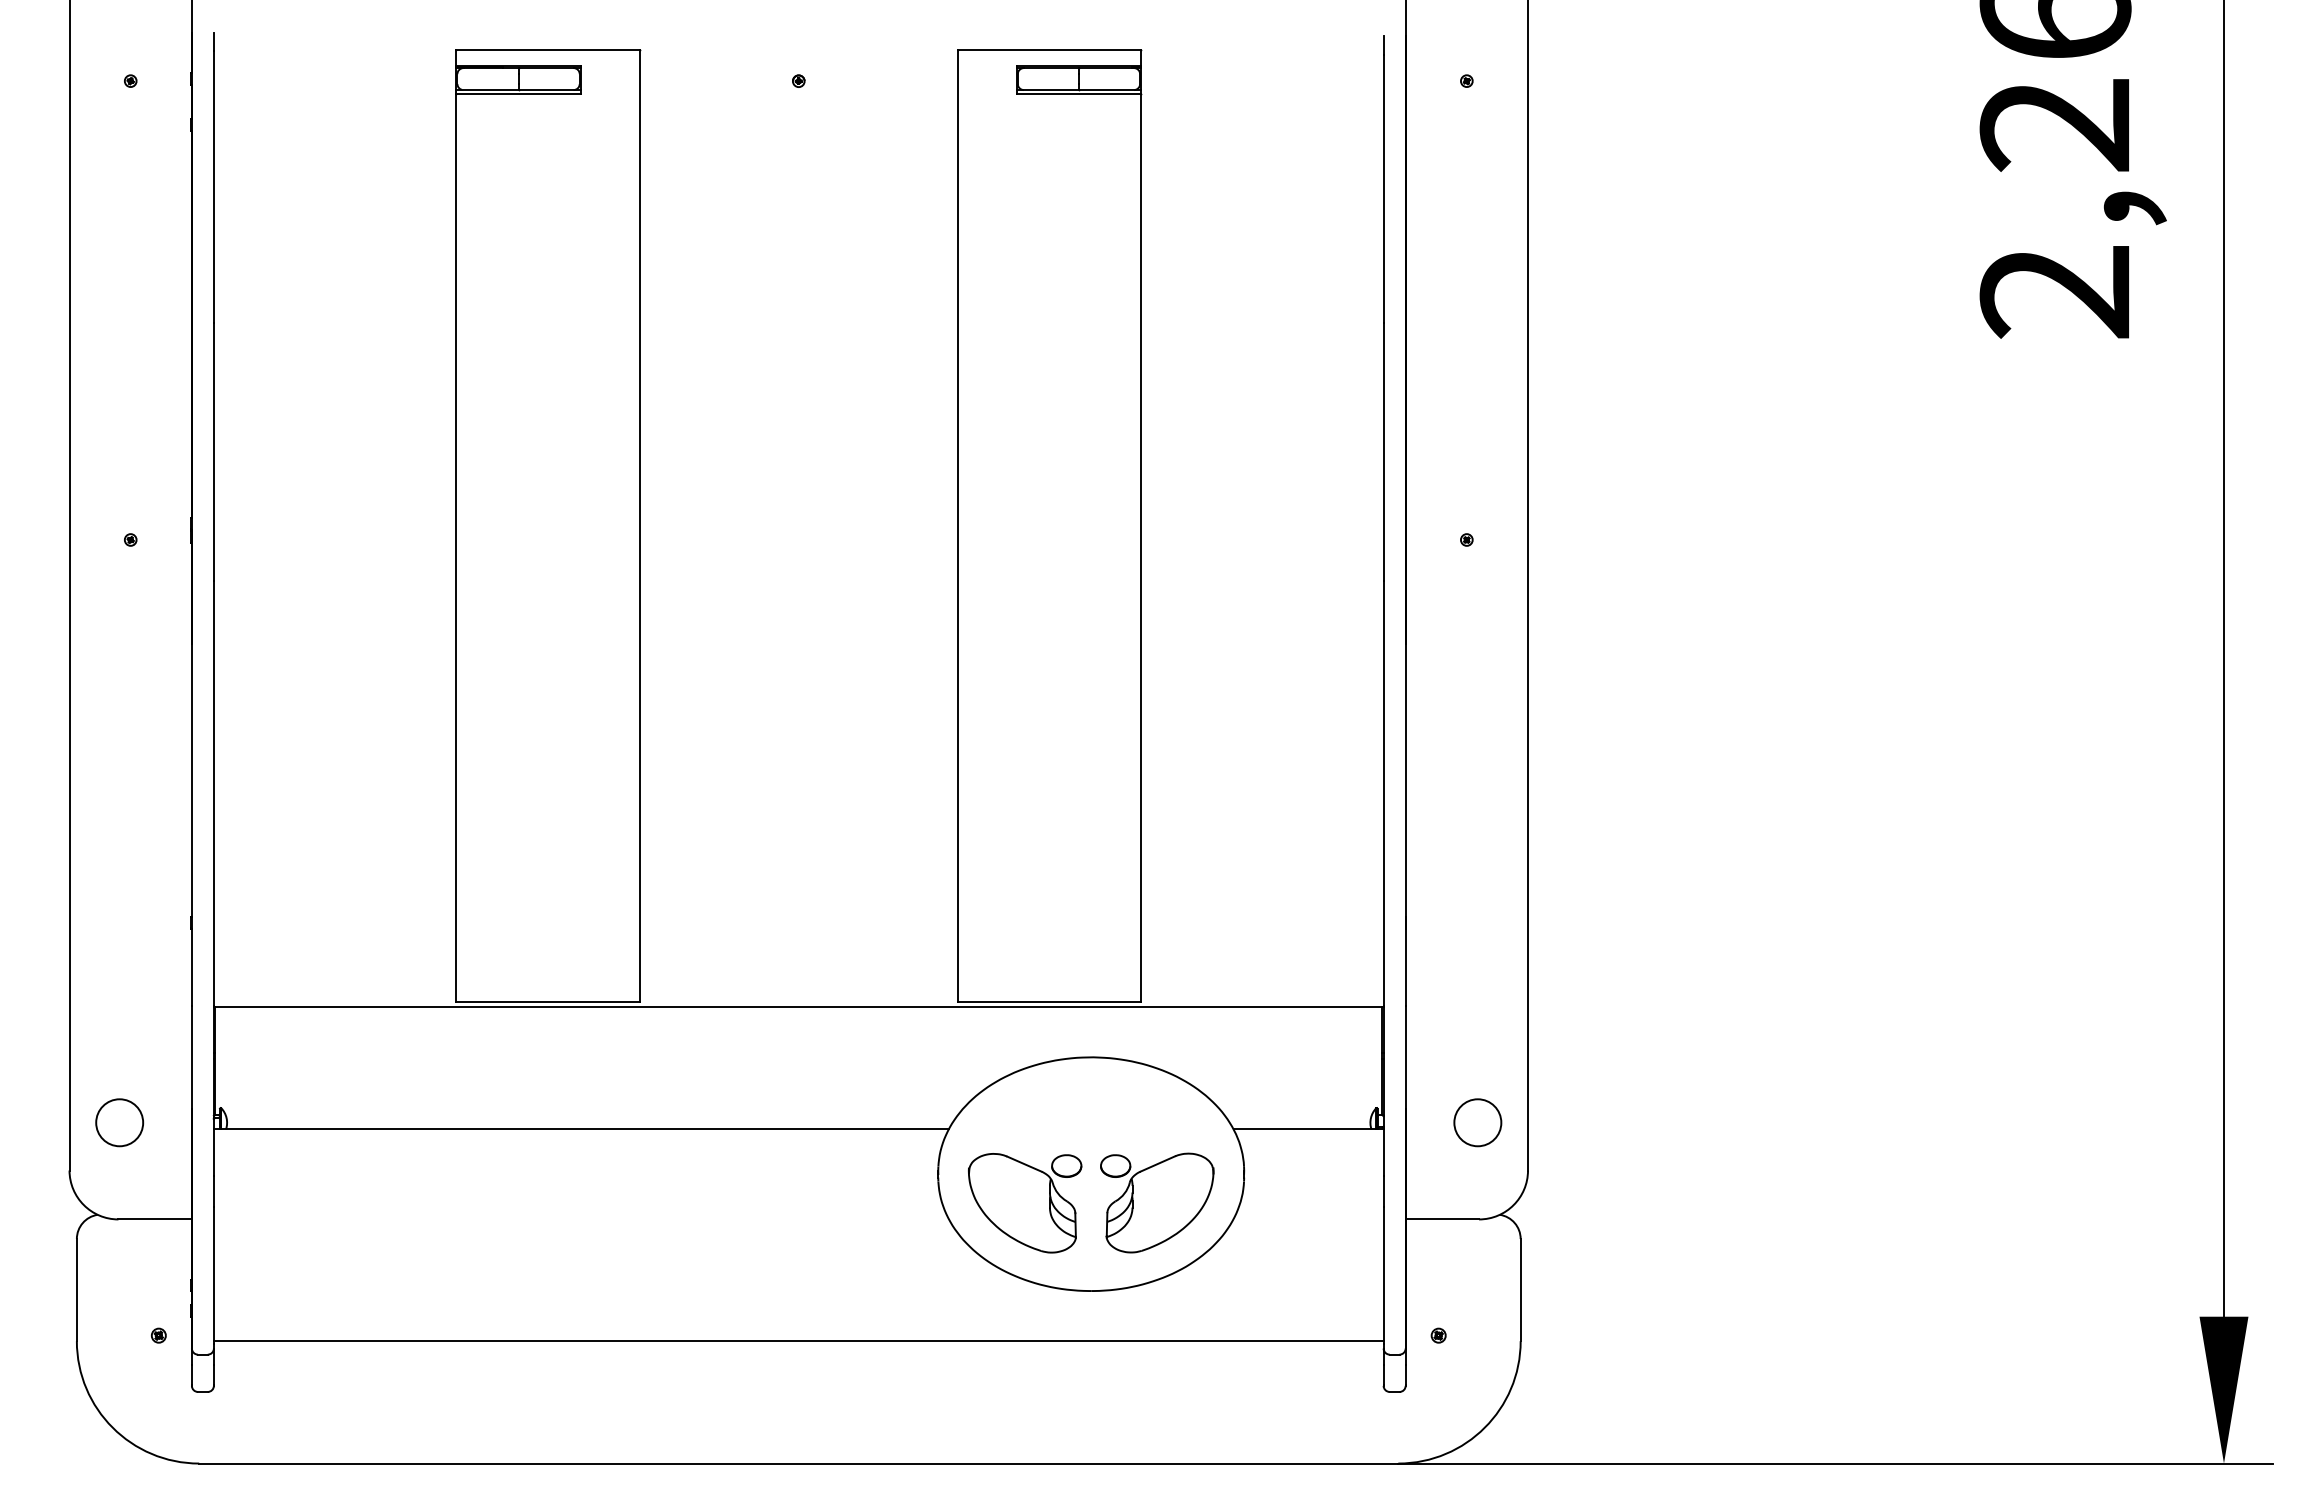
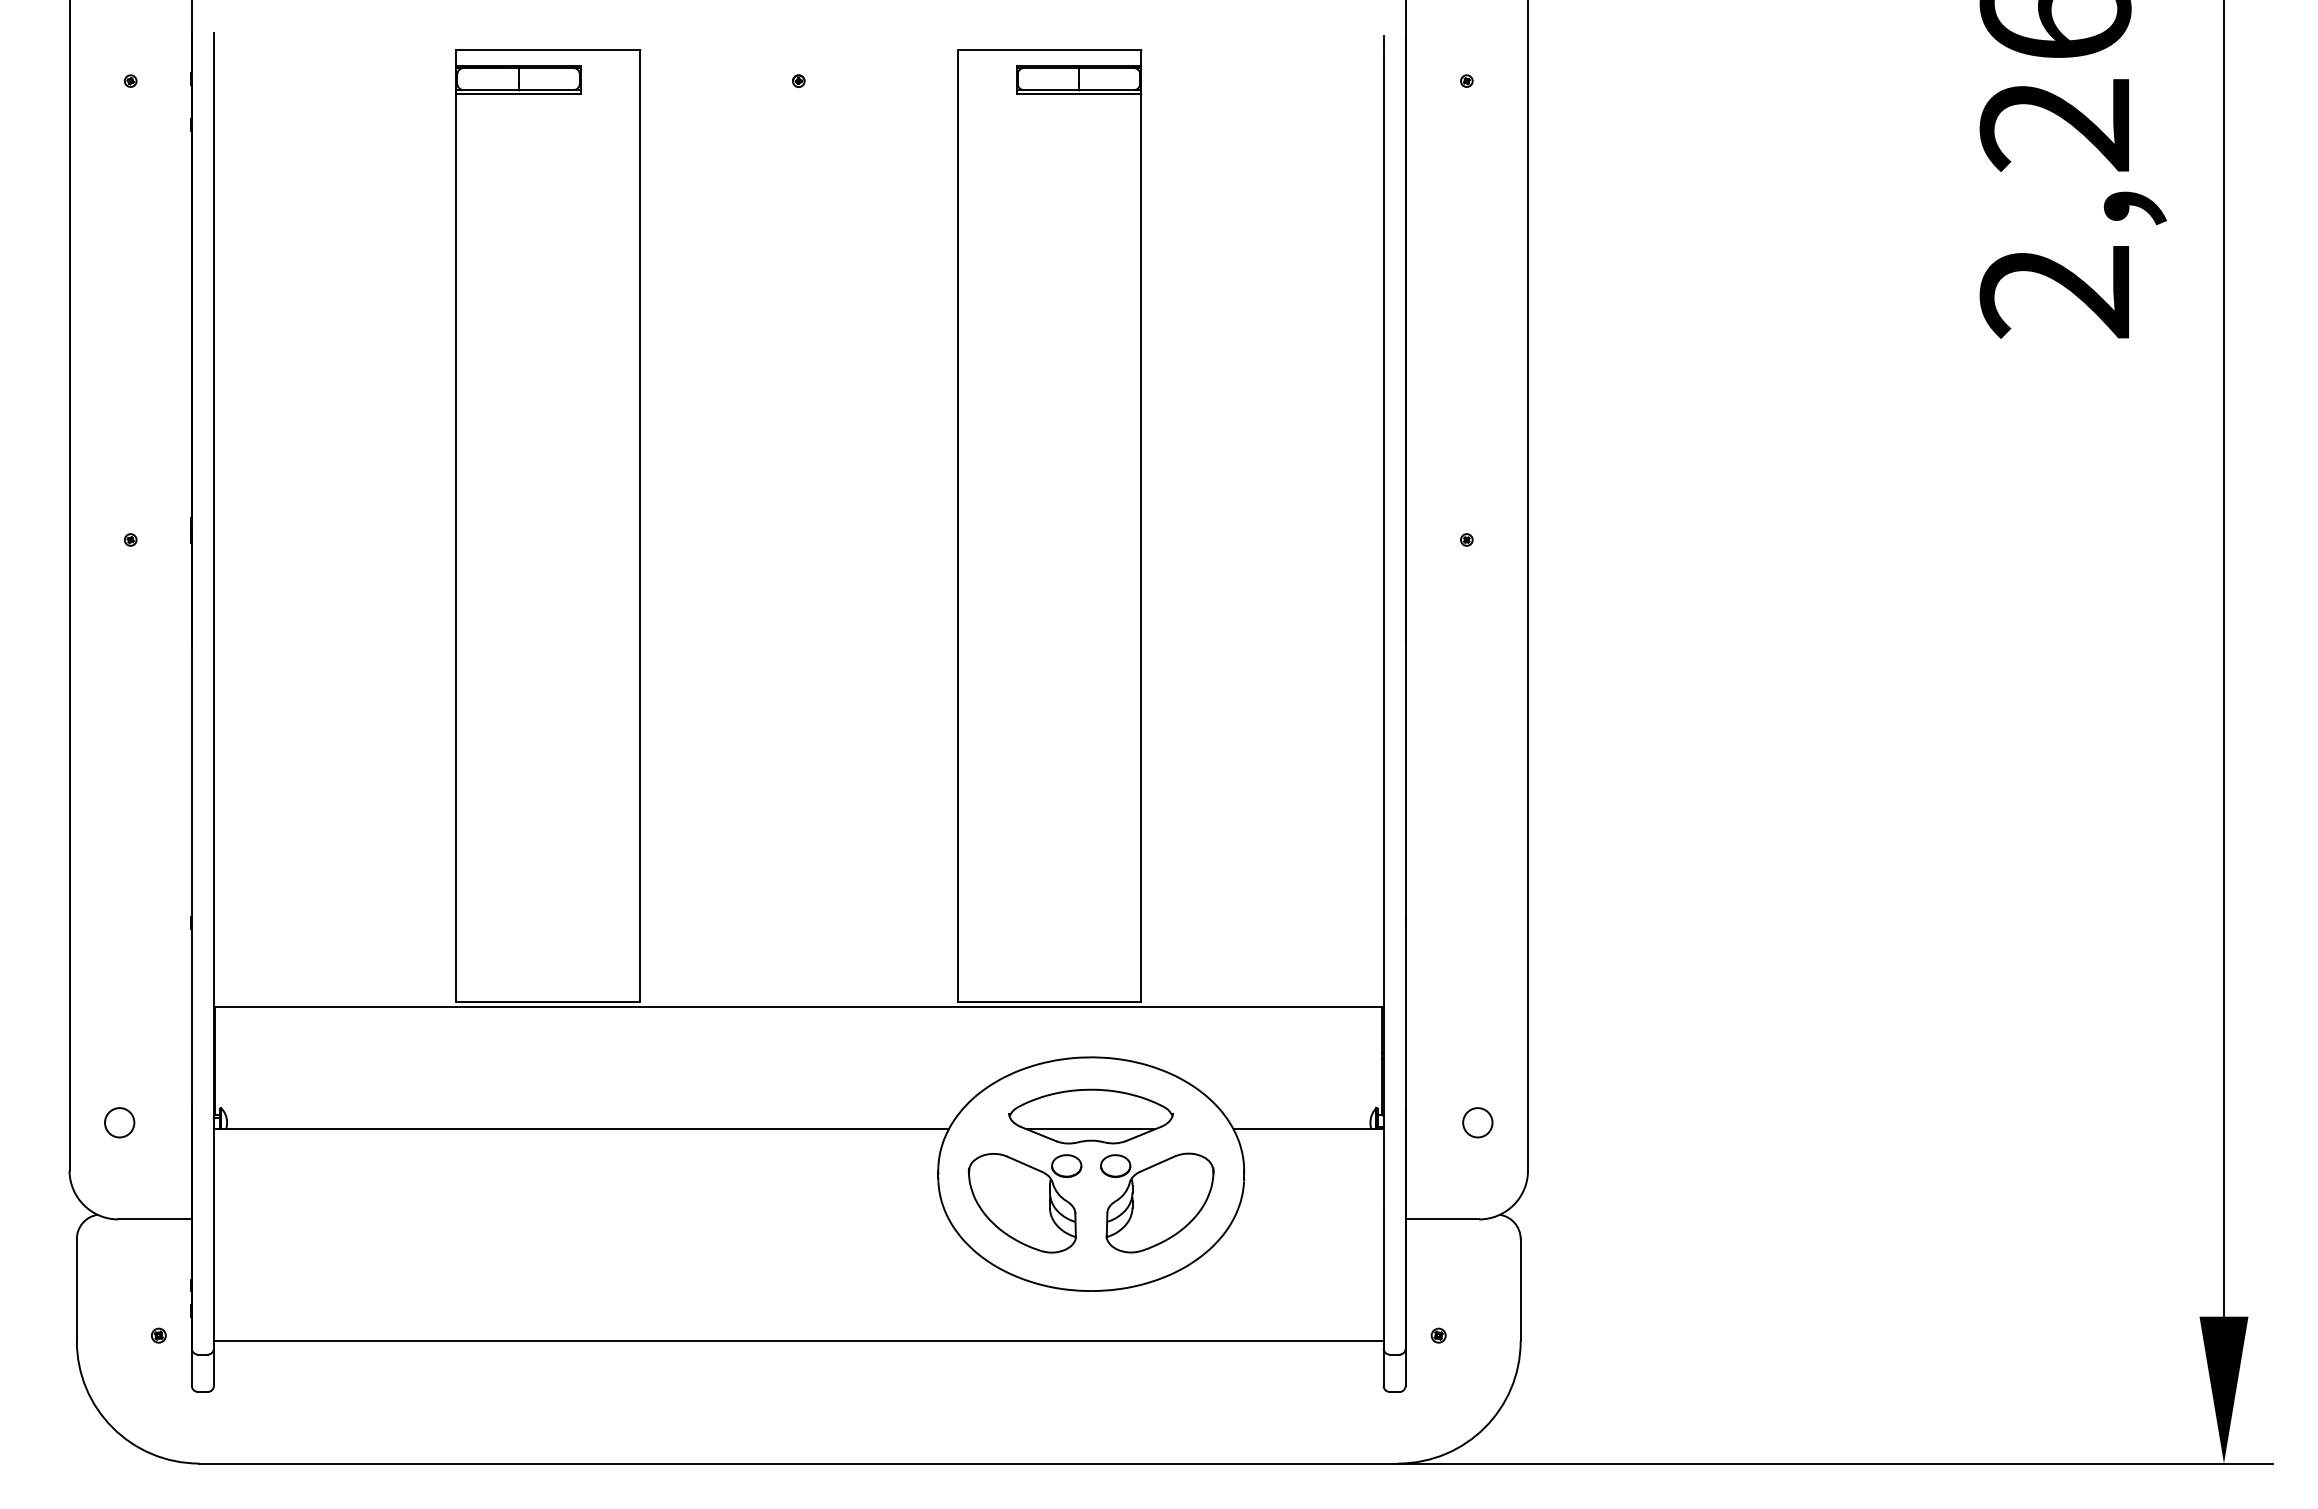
part at (1090, 1116): none -> present
circle at (119, 1122) diameter: 47 px -> 29 px
circle at (1477, 1122) diameter: 47 px -> 29 px
